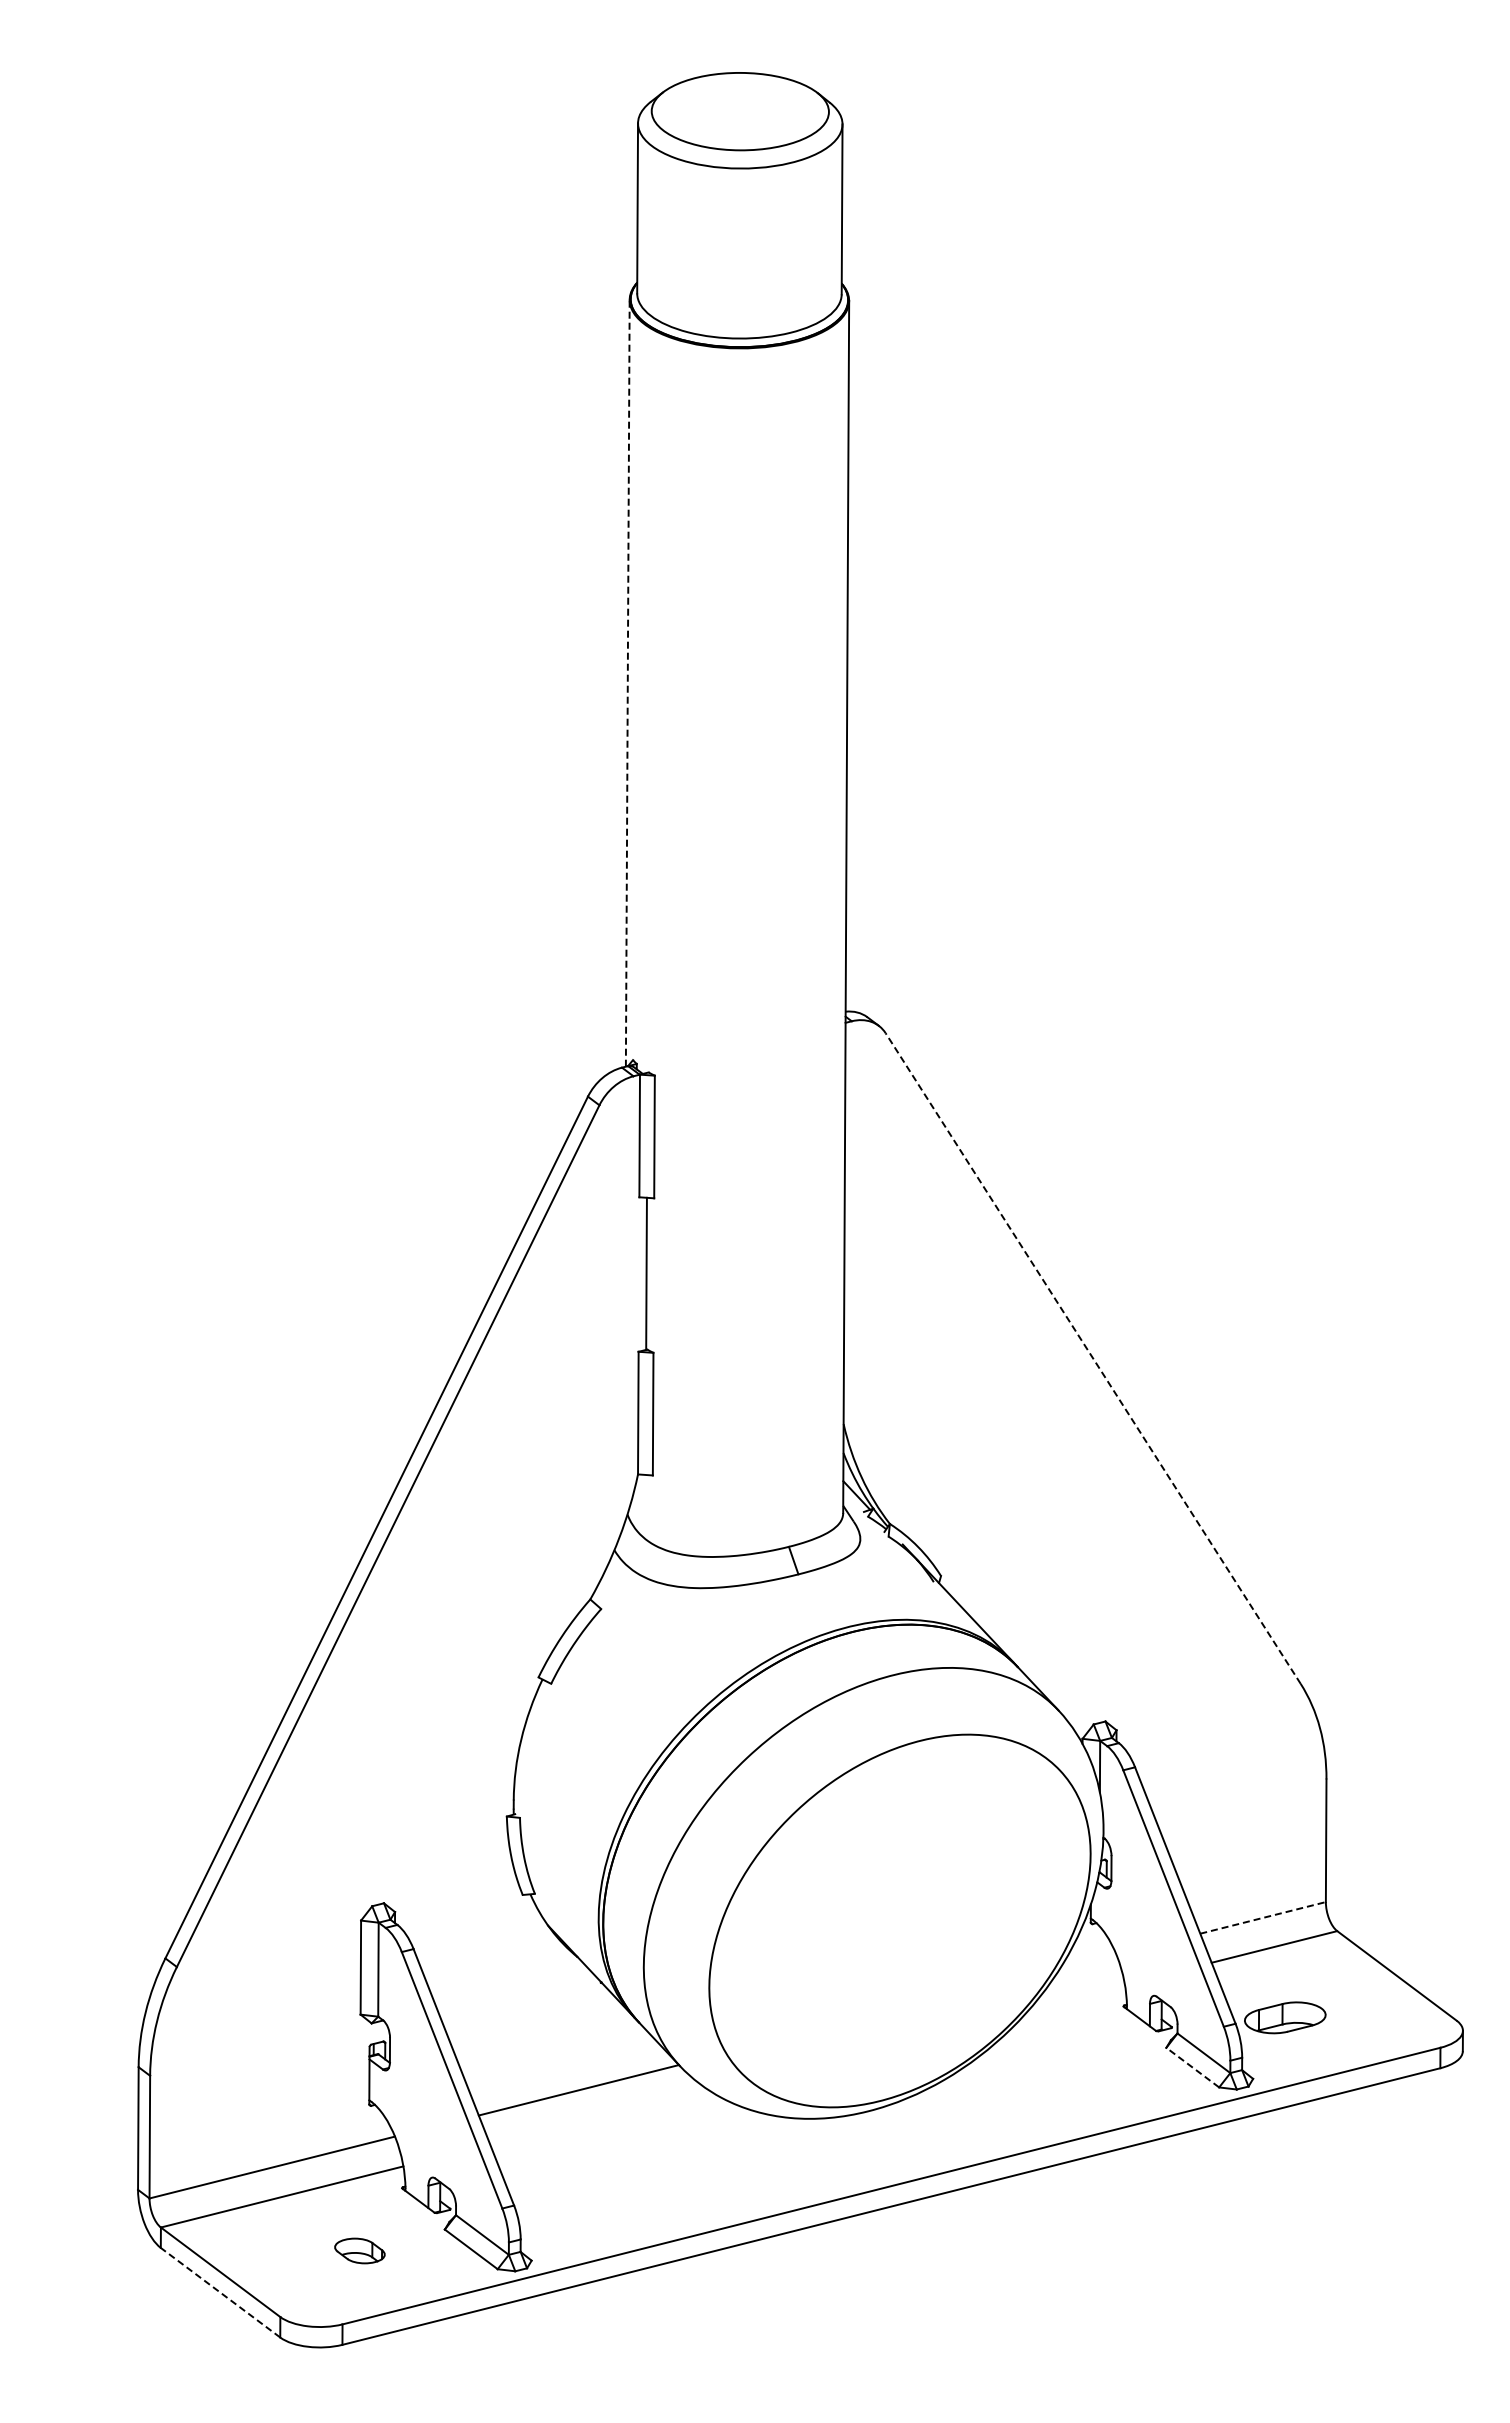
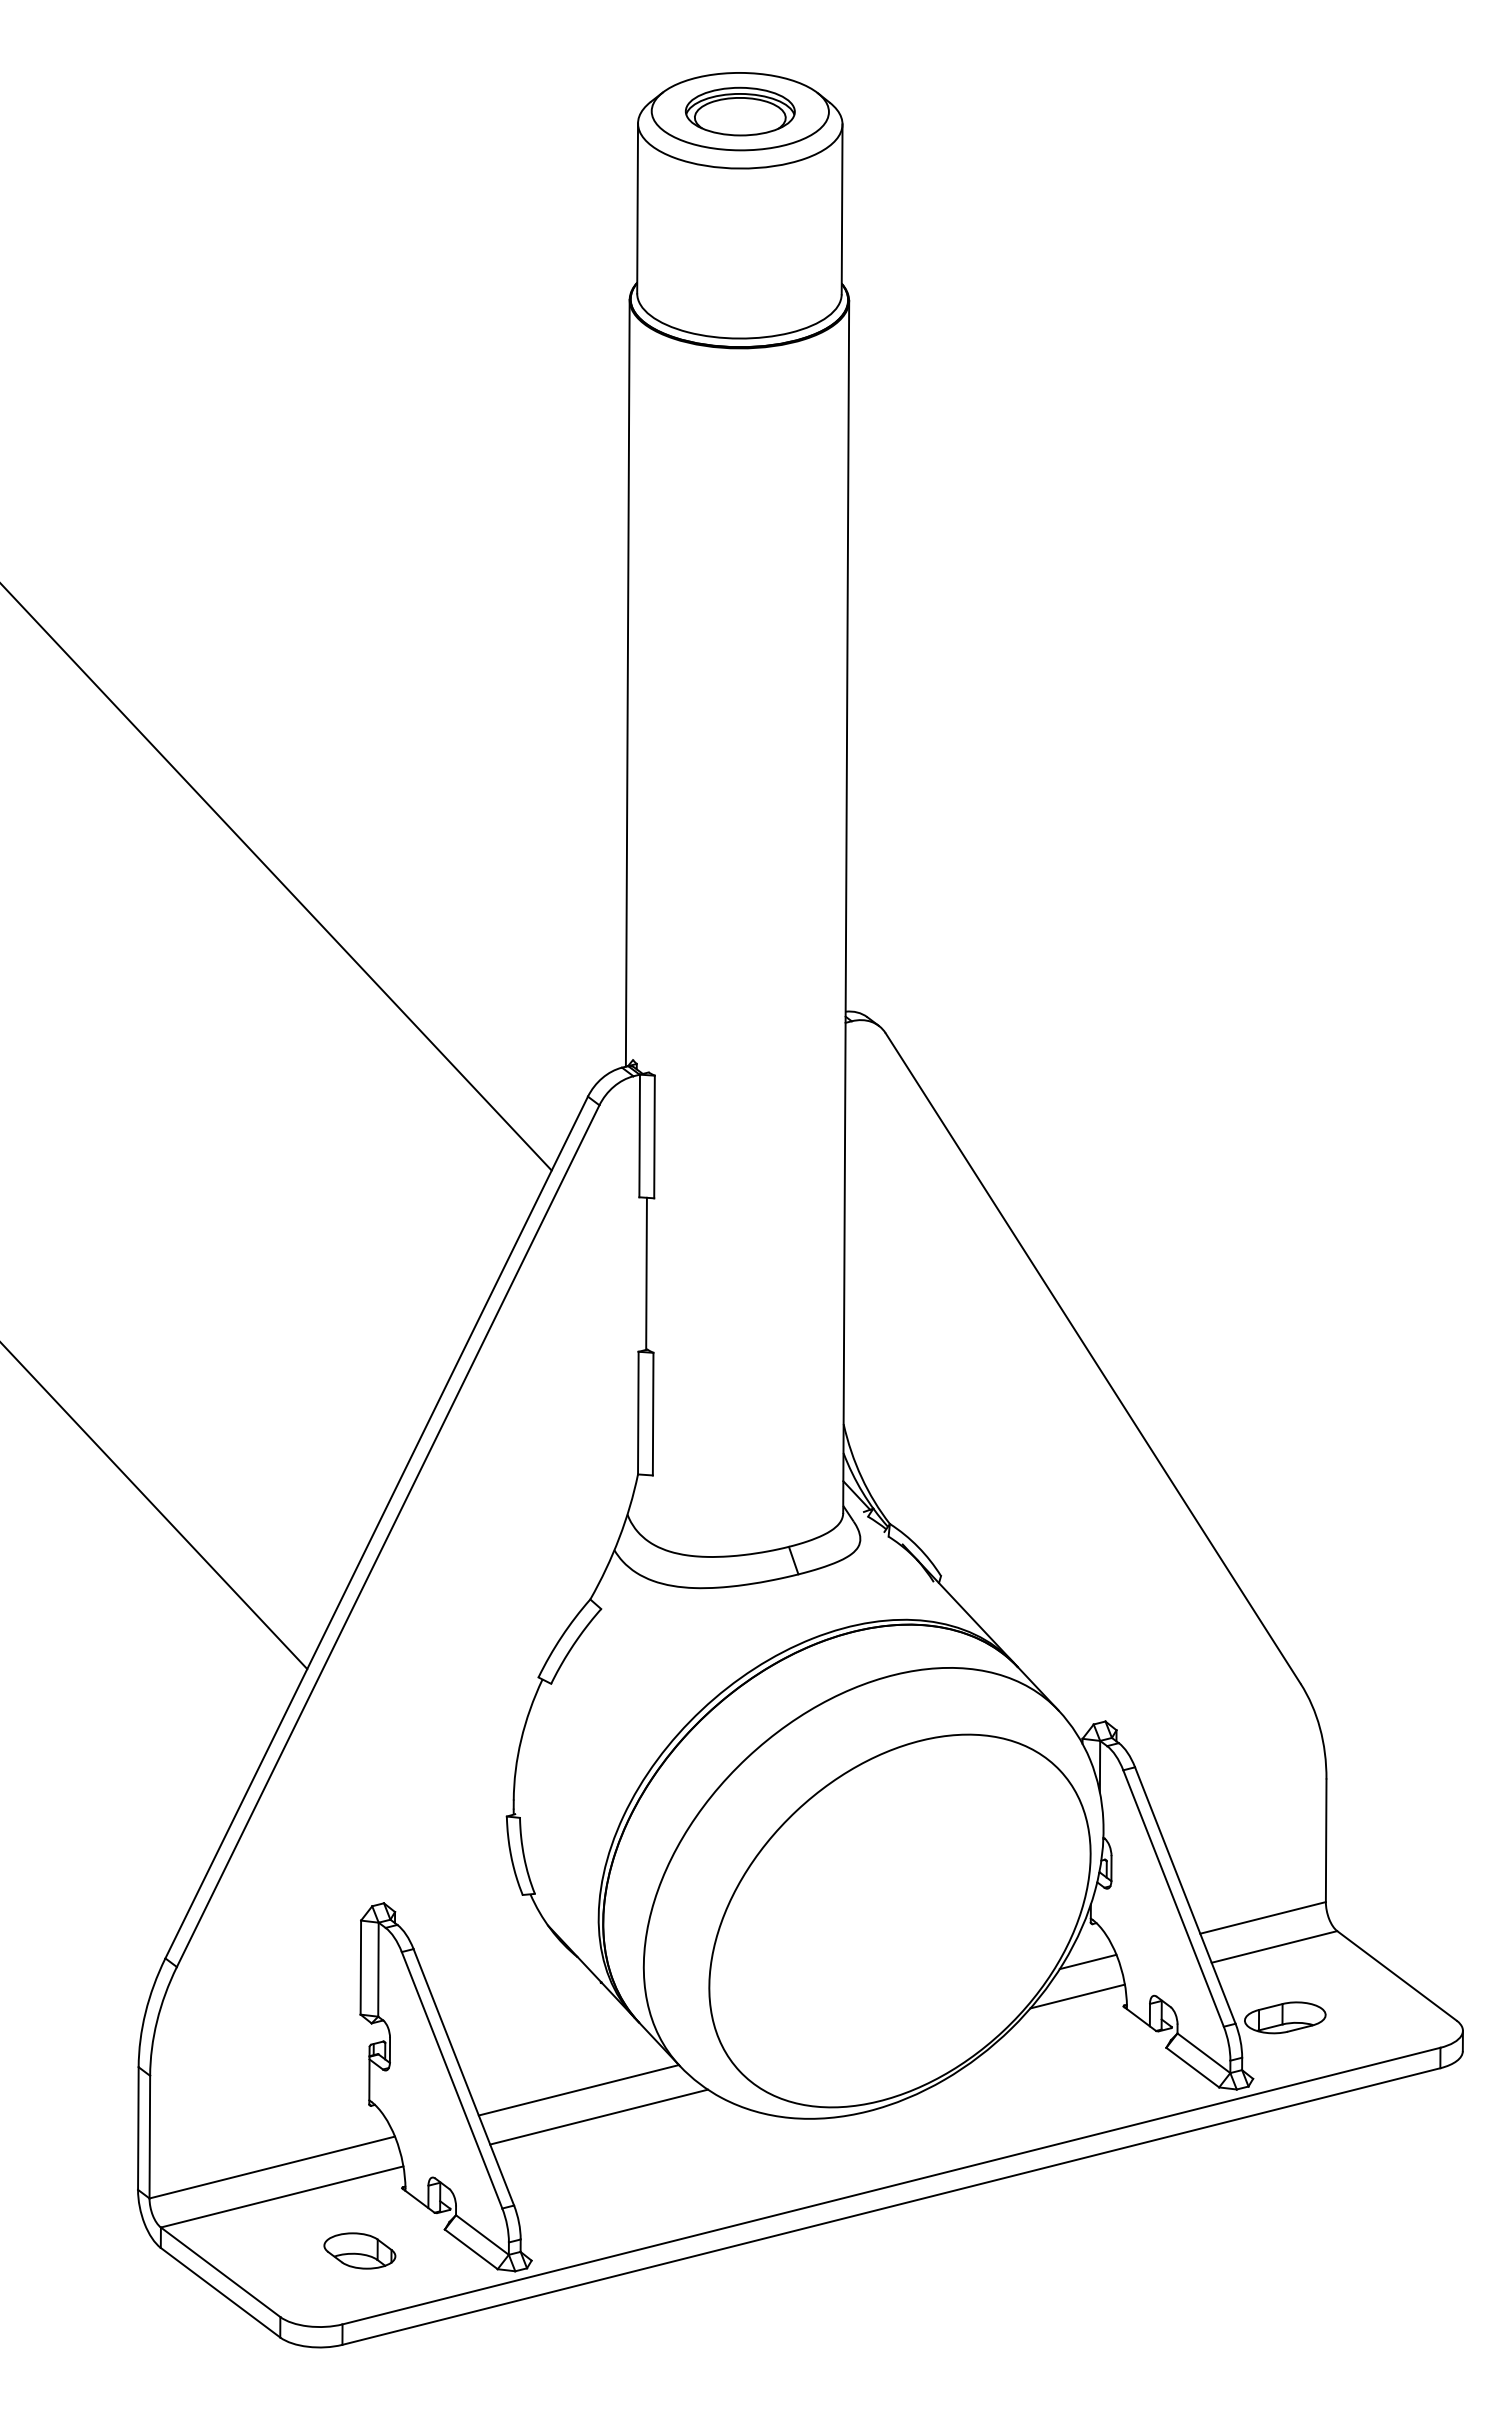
part at (739, 111): none -> present
line at (627, 682): dashed -> solid
line at (276, 877): none -> present
line at (1093, 1358): dashed -> solid
line at (154, 1506): none -> present
line at (1263, 1917): dashed -> solid
line at (1087, 1961): none -> present
line at (1077, 1996): none -> present
line at (1192, 2067): dashed -> solid
line at (598, 2116): none -> present
part at (359, 2250) size: 52x28 px -> 74x38 px
line at (220, 2292): dashed -> solid
